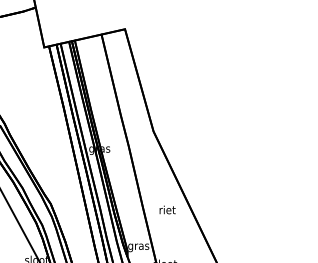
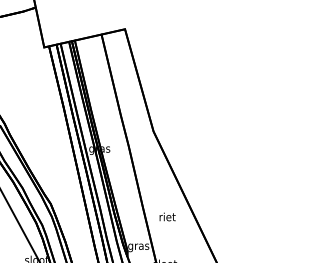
text at (167, 209) position: (167, 209) -> (167, 216)
